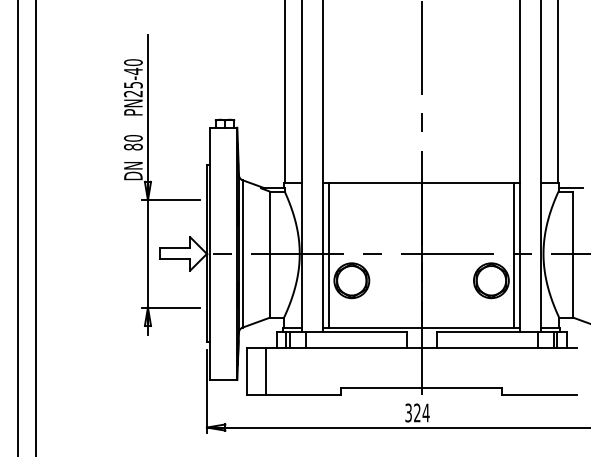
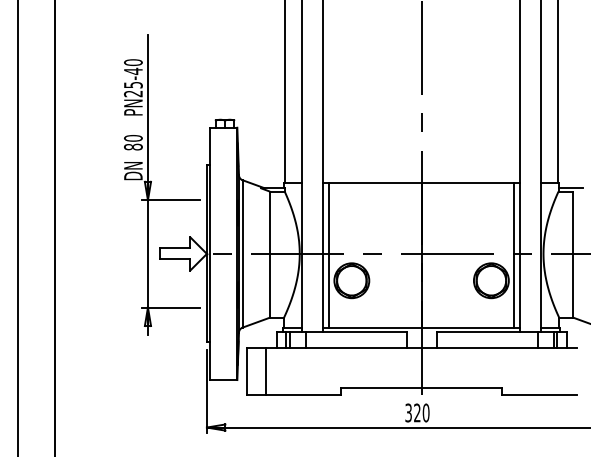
line at (35, 227) position: (35, 227) -> (54, 227)
text at (425, 412): 324 -> 320
